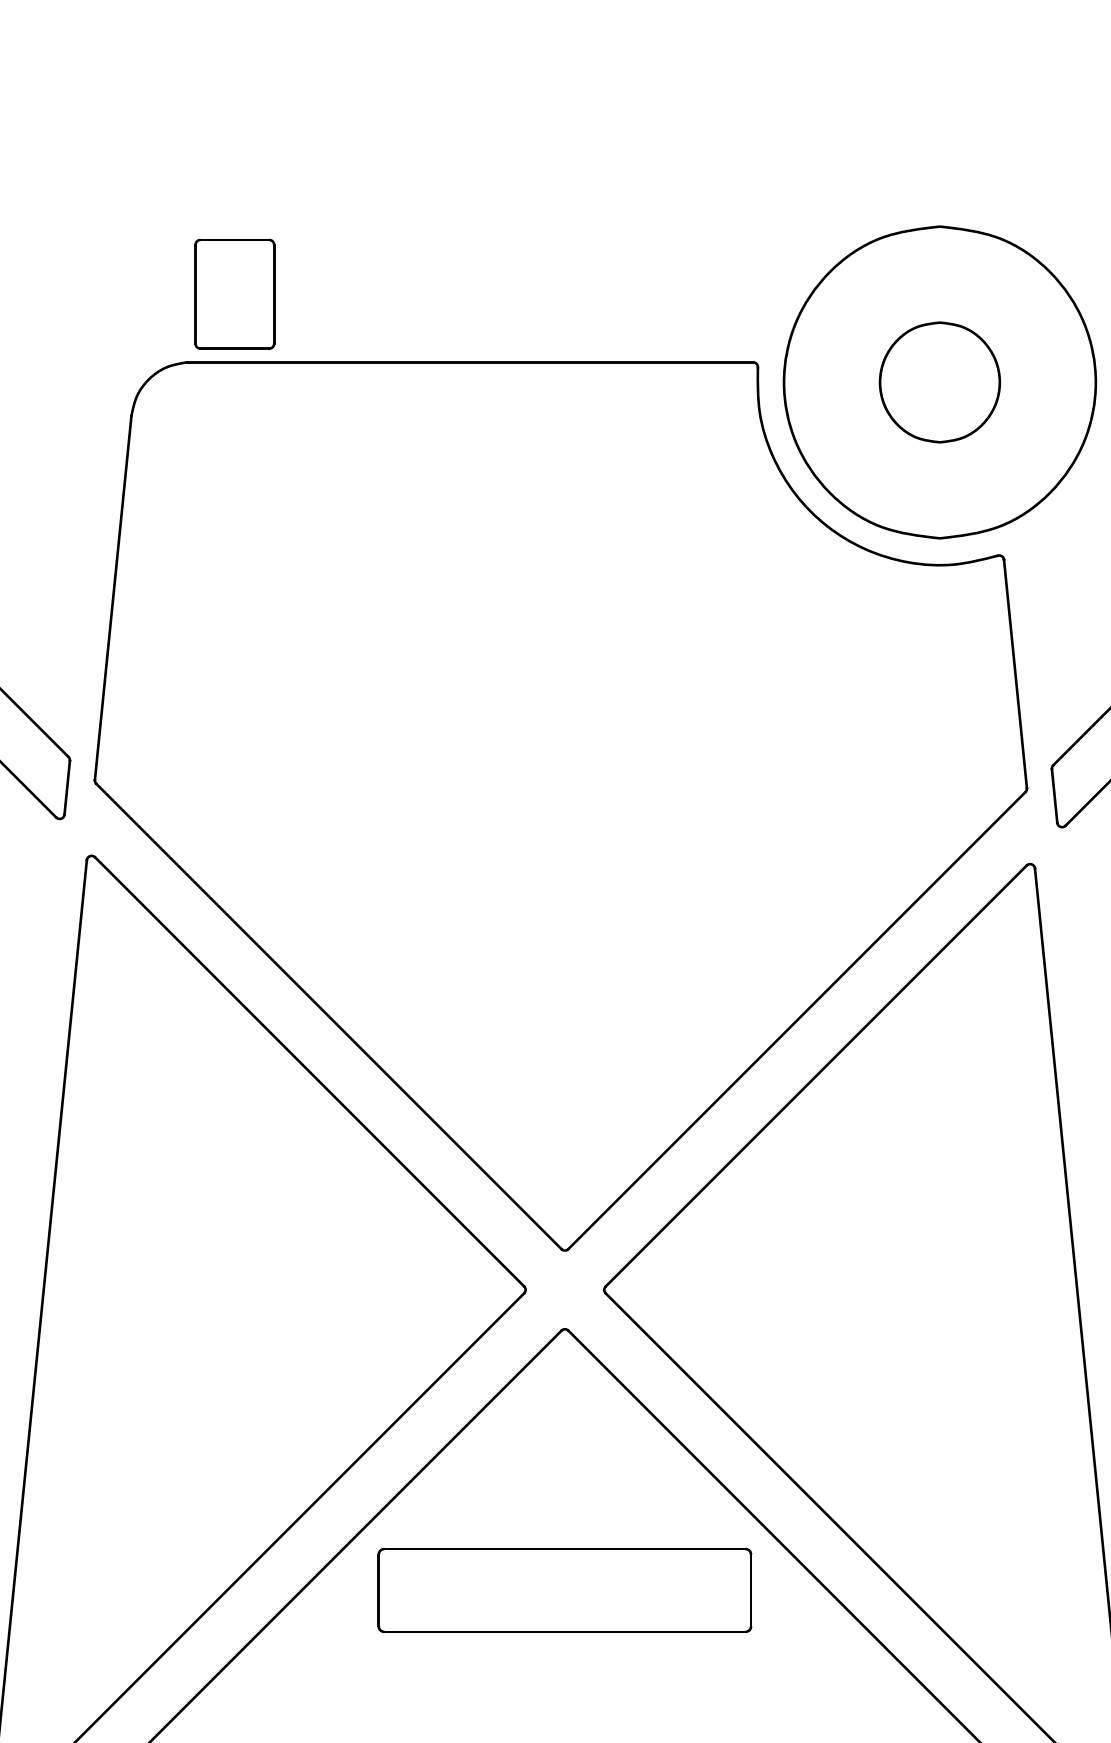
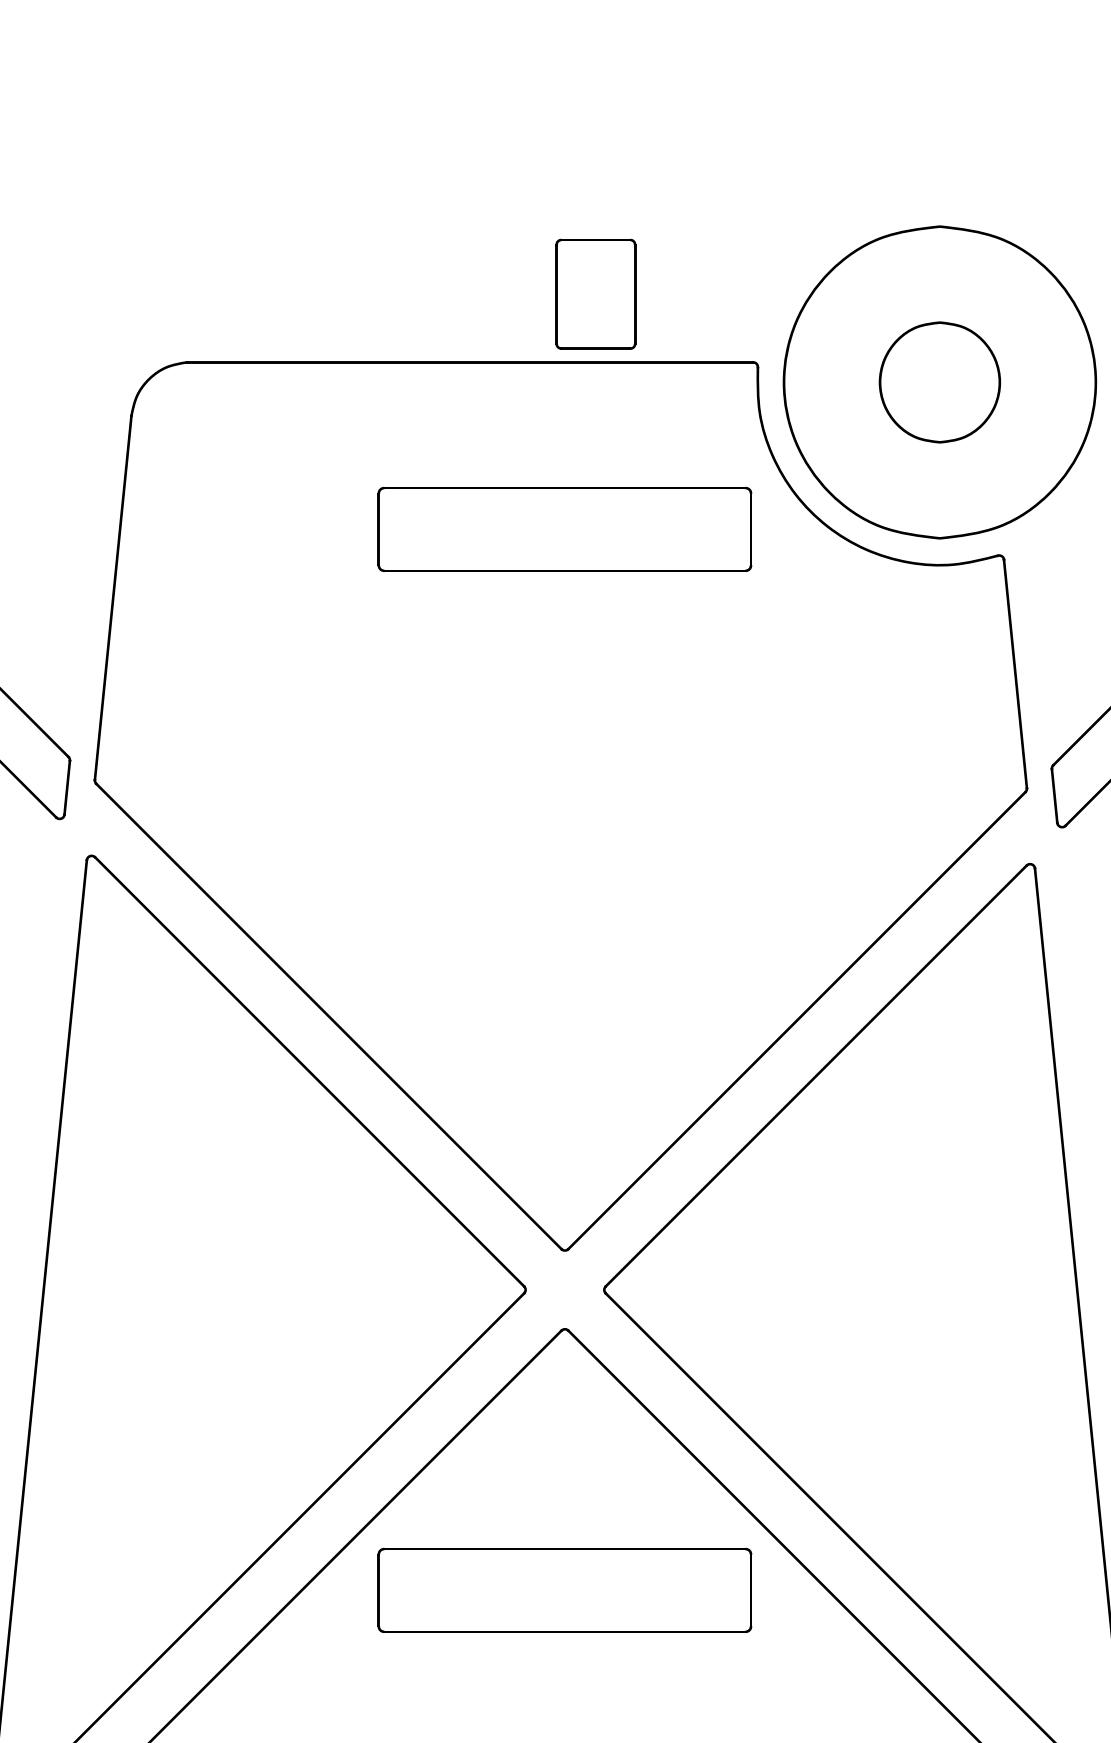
part at (234, 293) position: (234, 293) -> (595, 293)
part at (564, 528): none -> present
